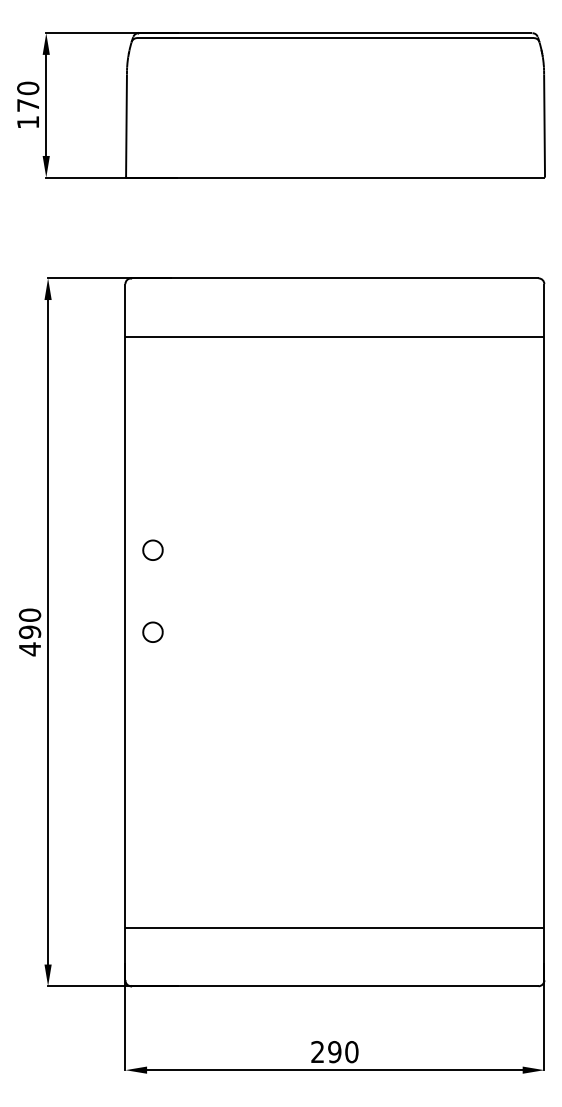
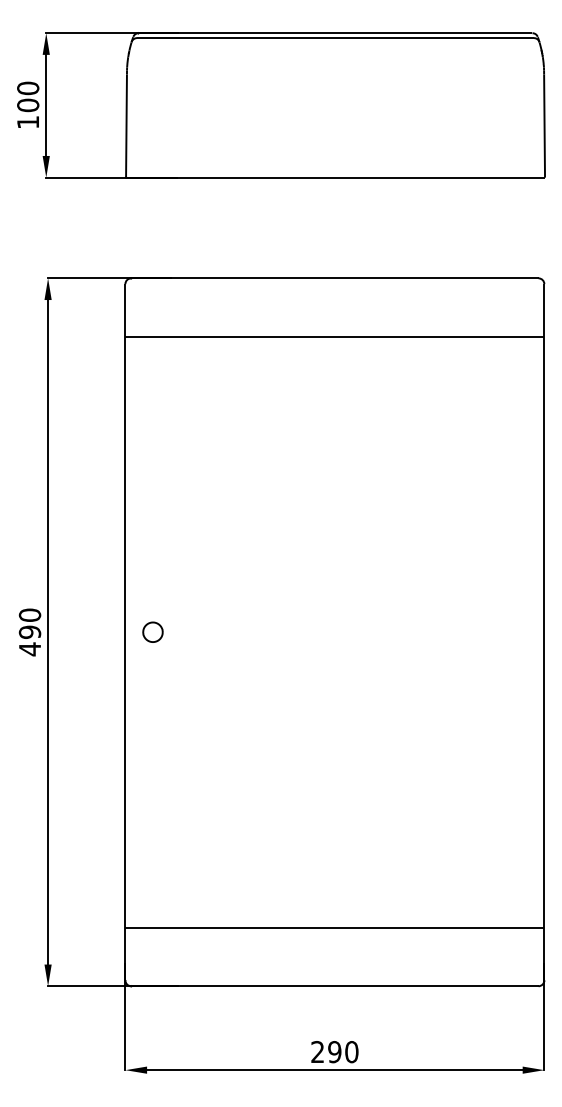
text at (28, 105): 170 -> 100
part at (152, 549): present -> none
